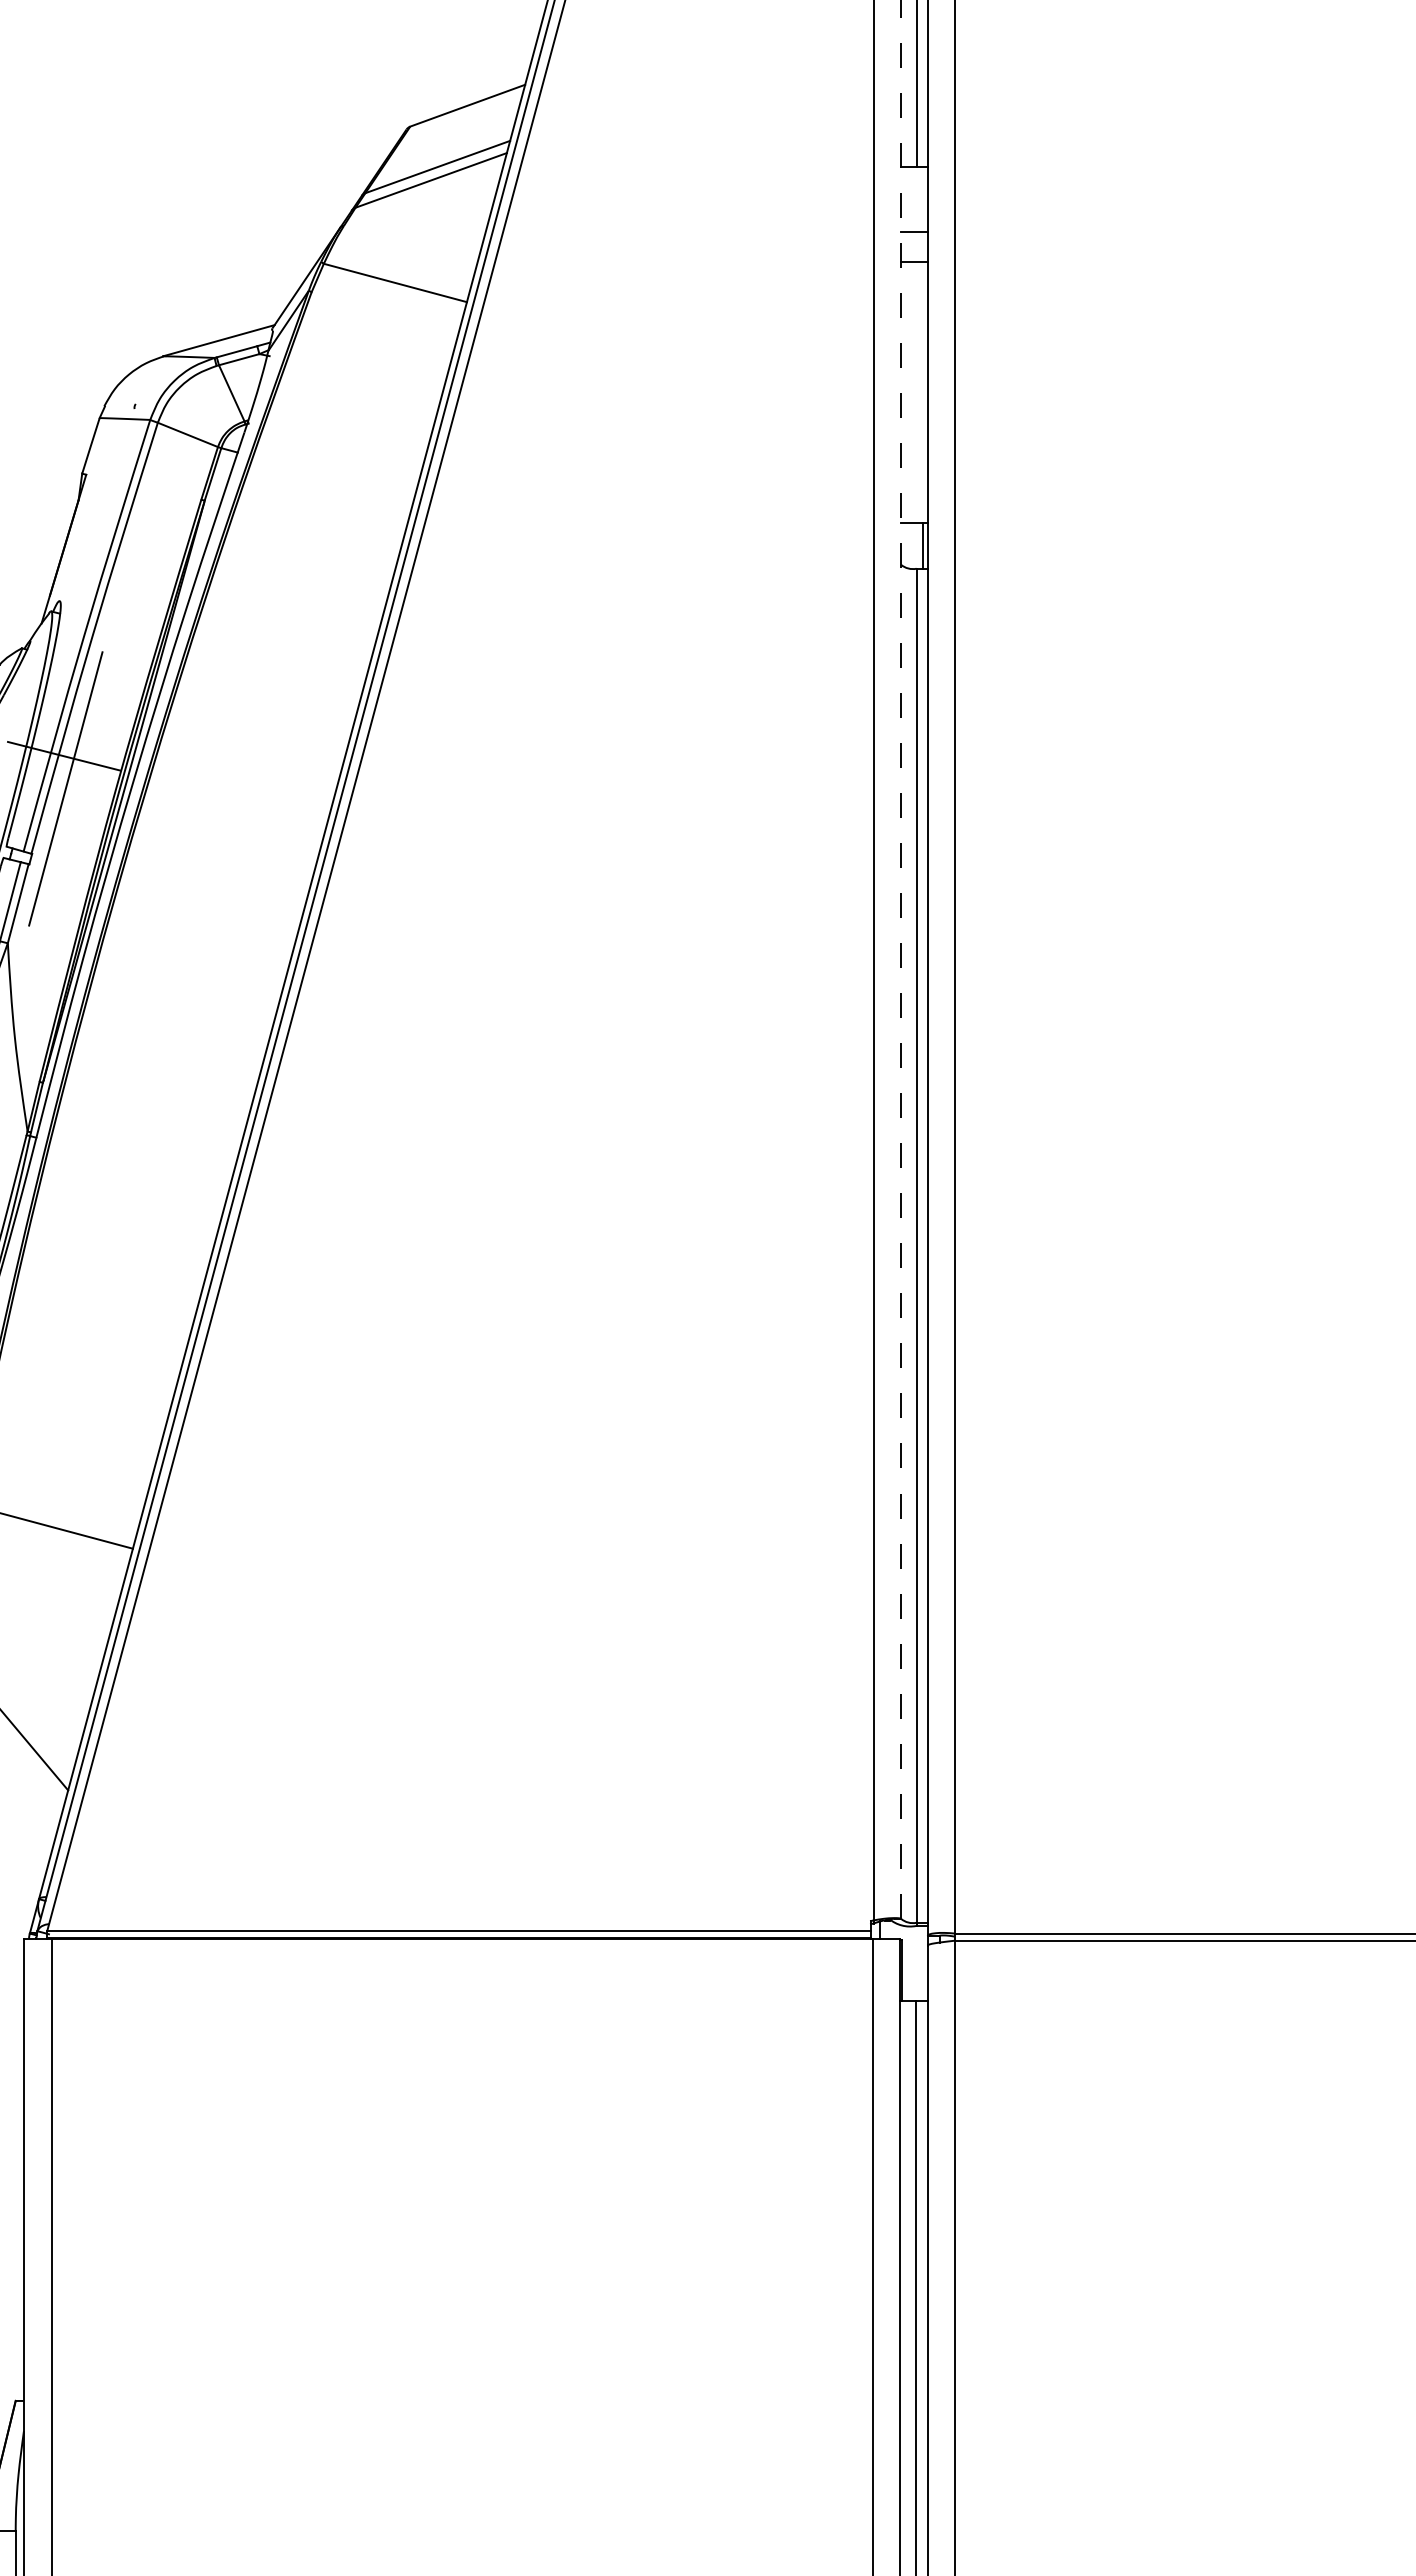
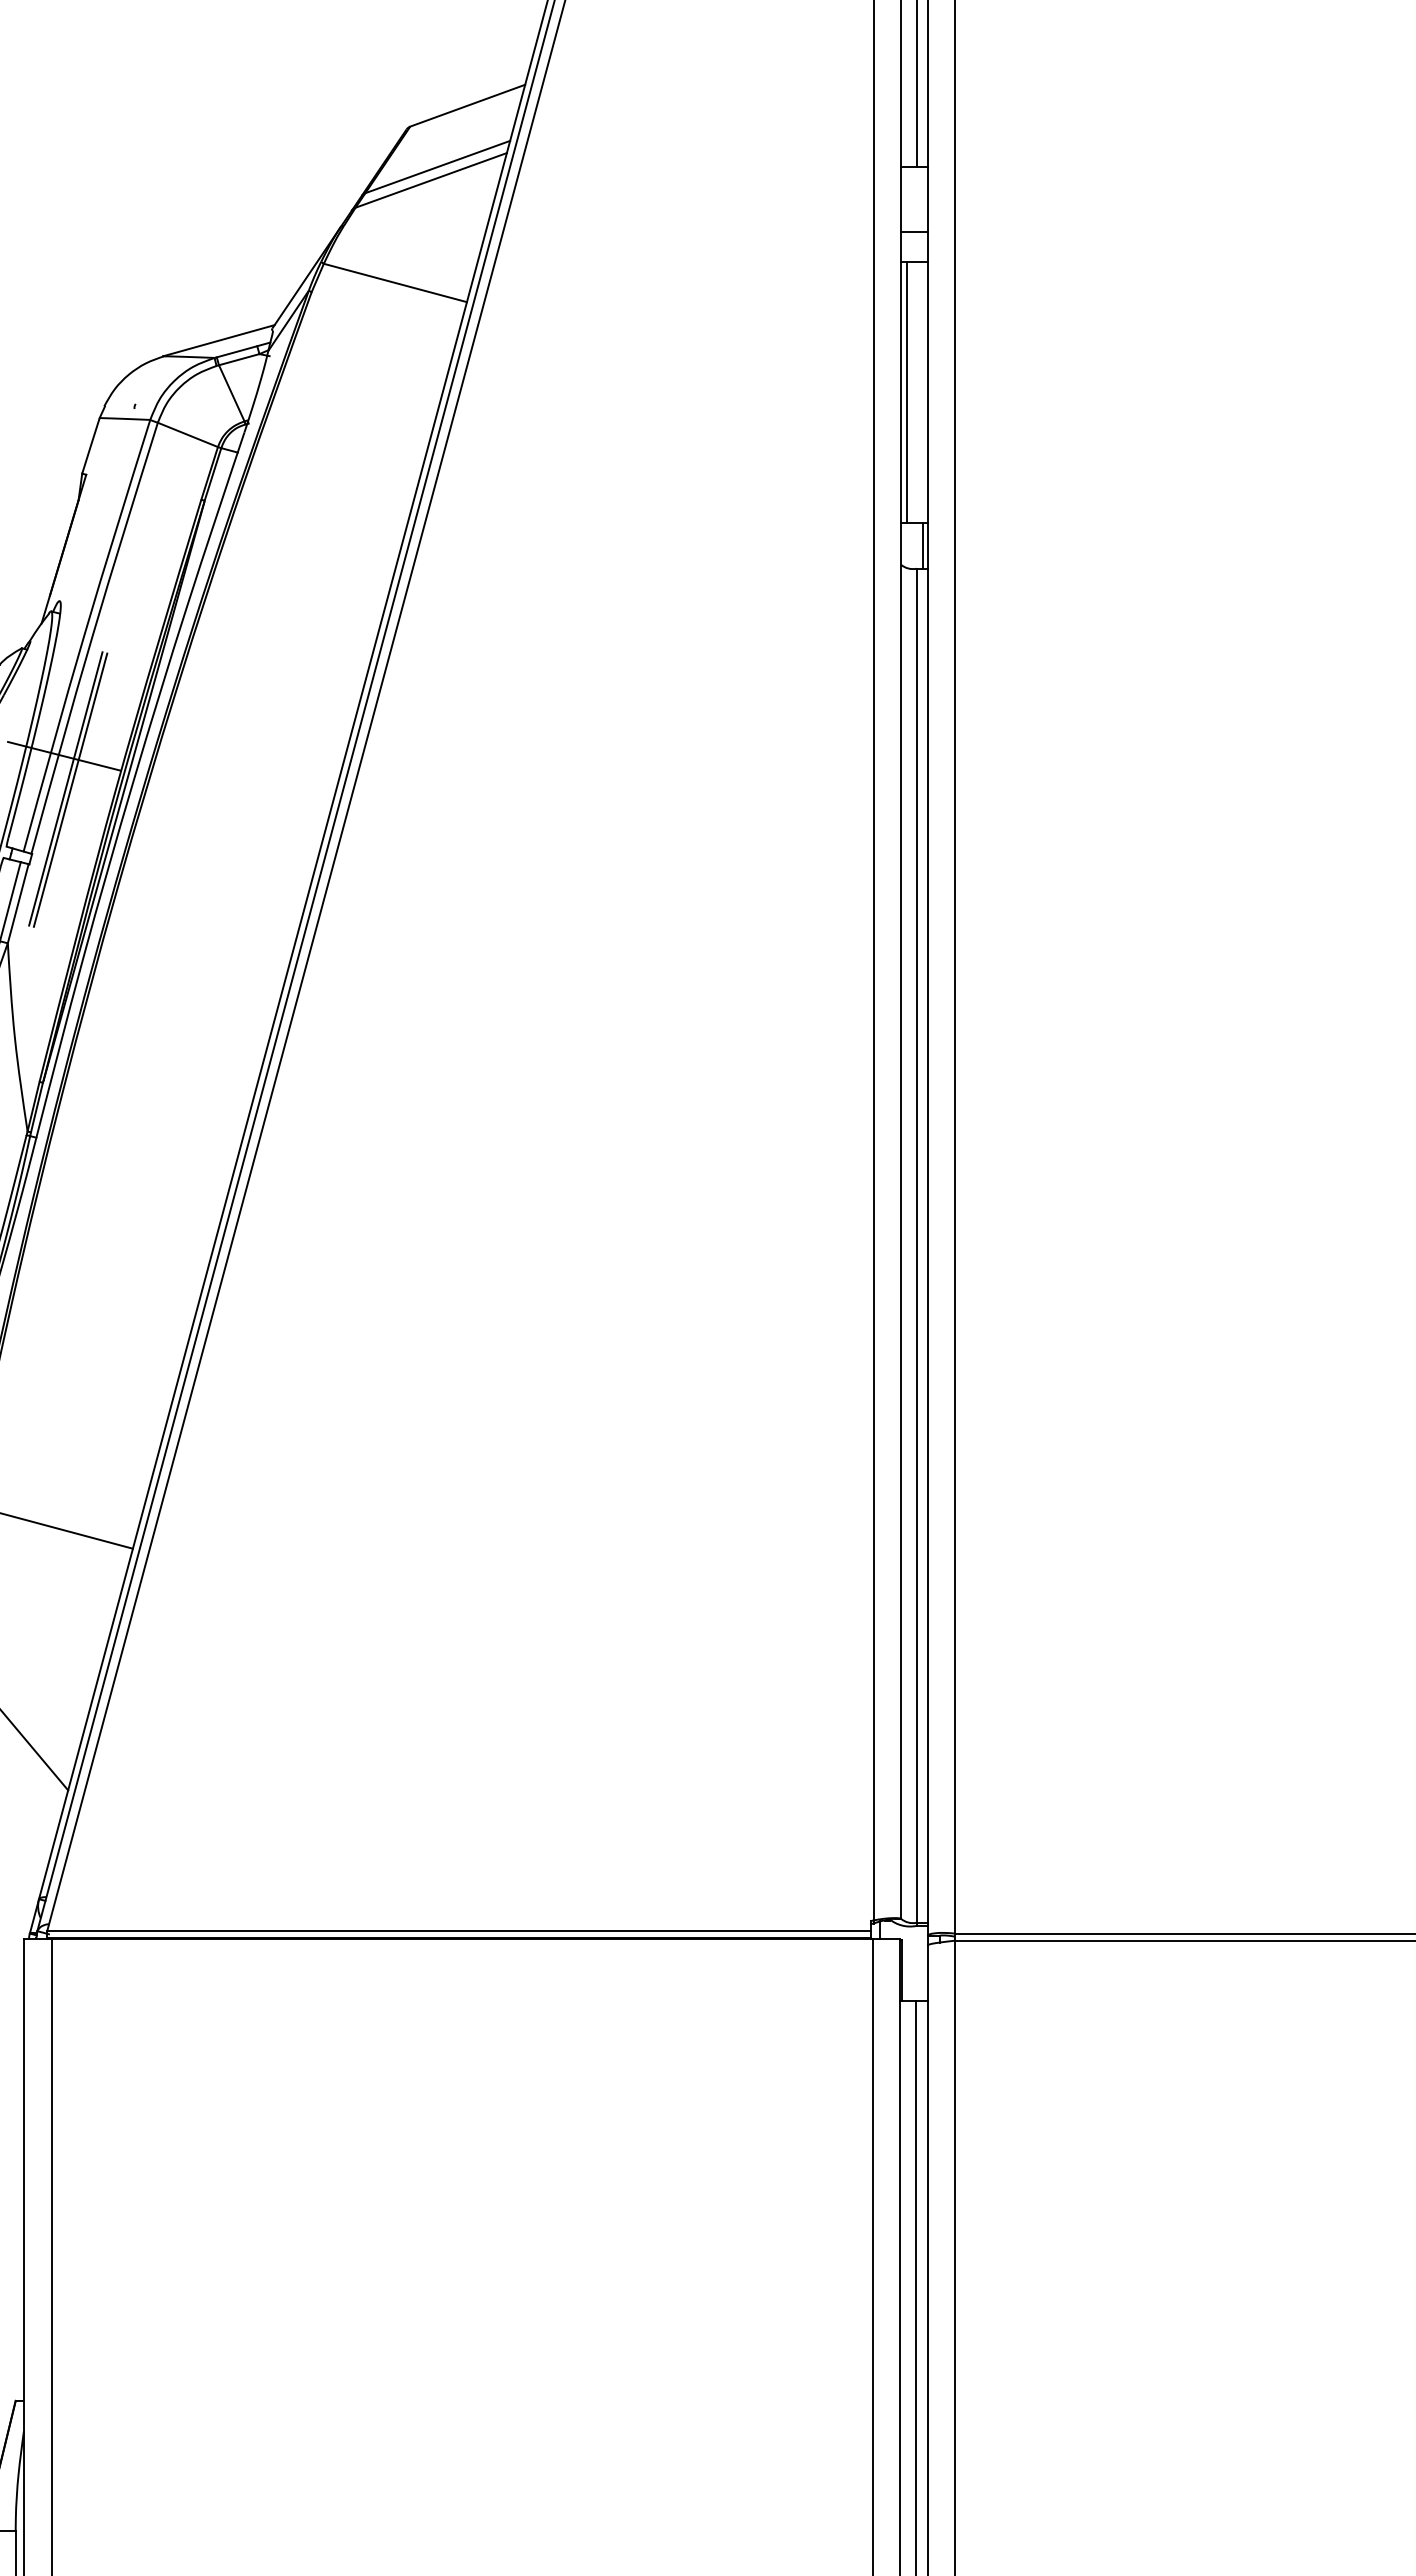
line at (907, 392): none -> present
line at (70, 789): none -> present
line at (901, 959): dashed -> solid
